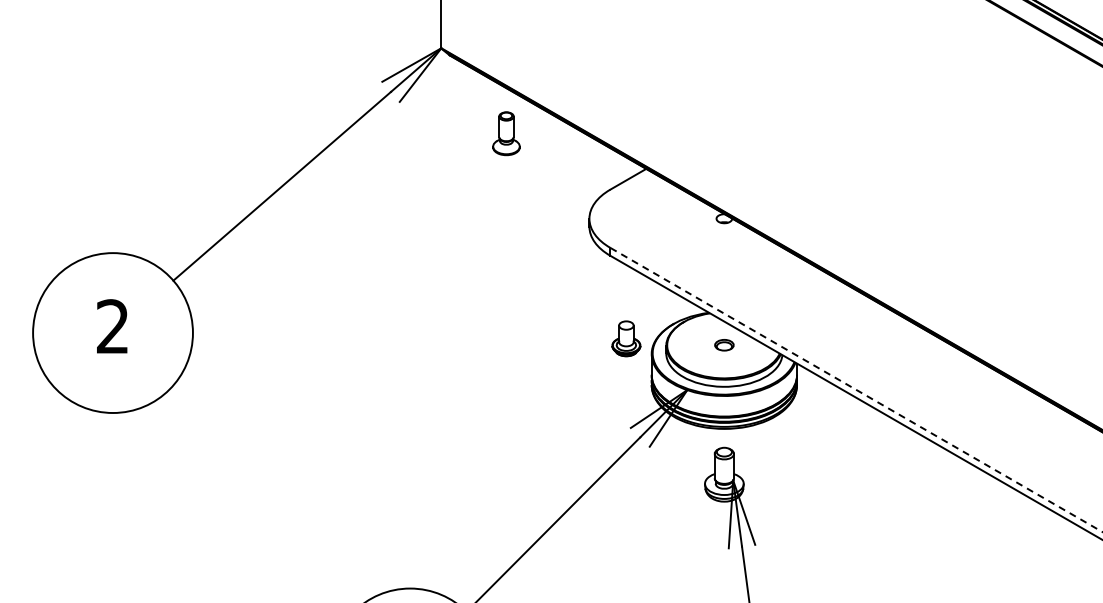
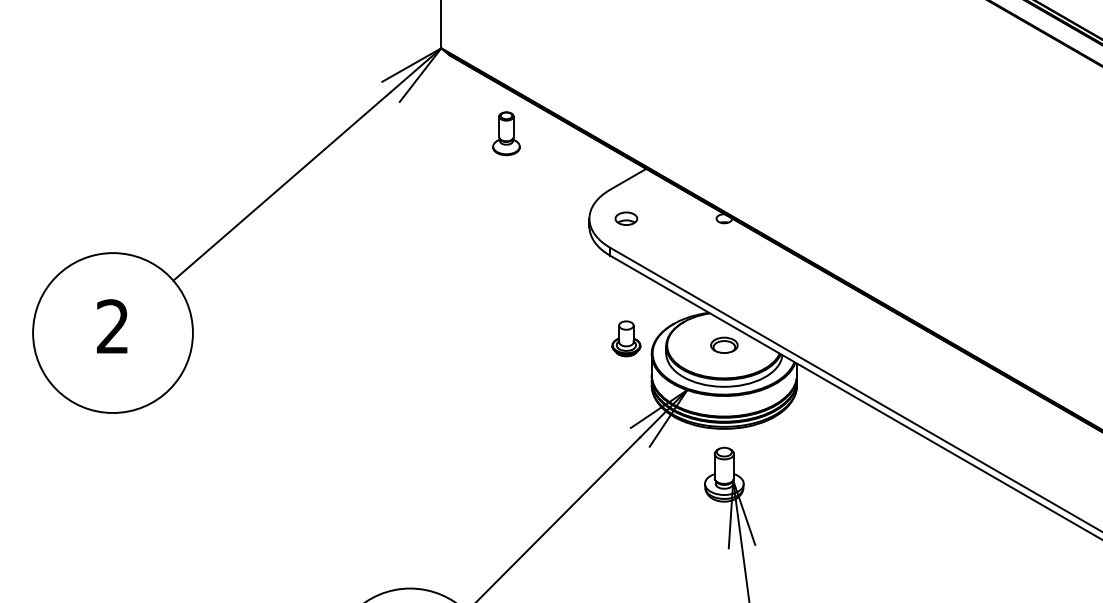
part at (626, 218): none -> present
part at (724, 345) size: 21x13 px -> 29x18 px
line at (856, 389): dashed -> solid
